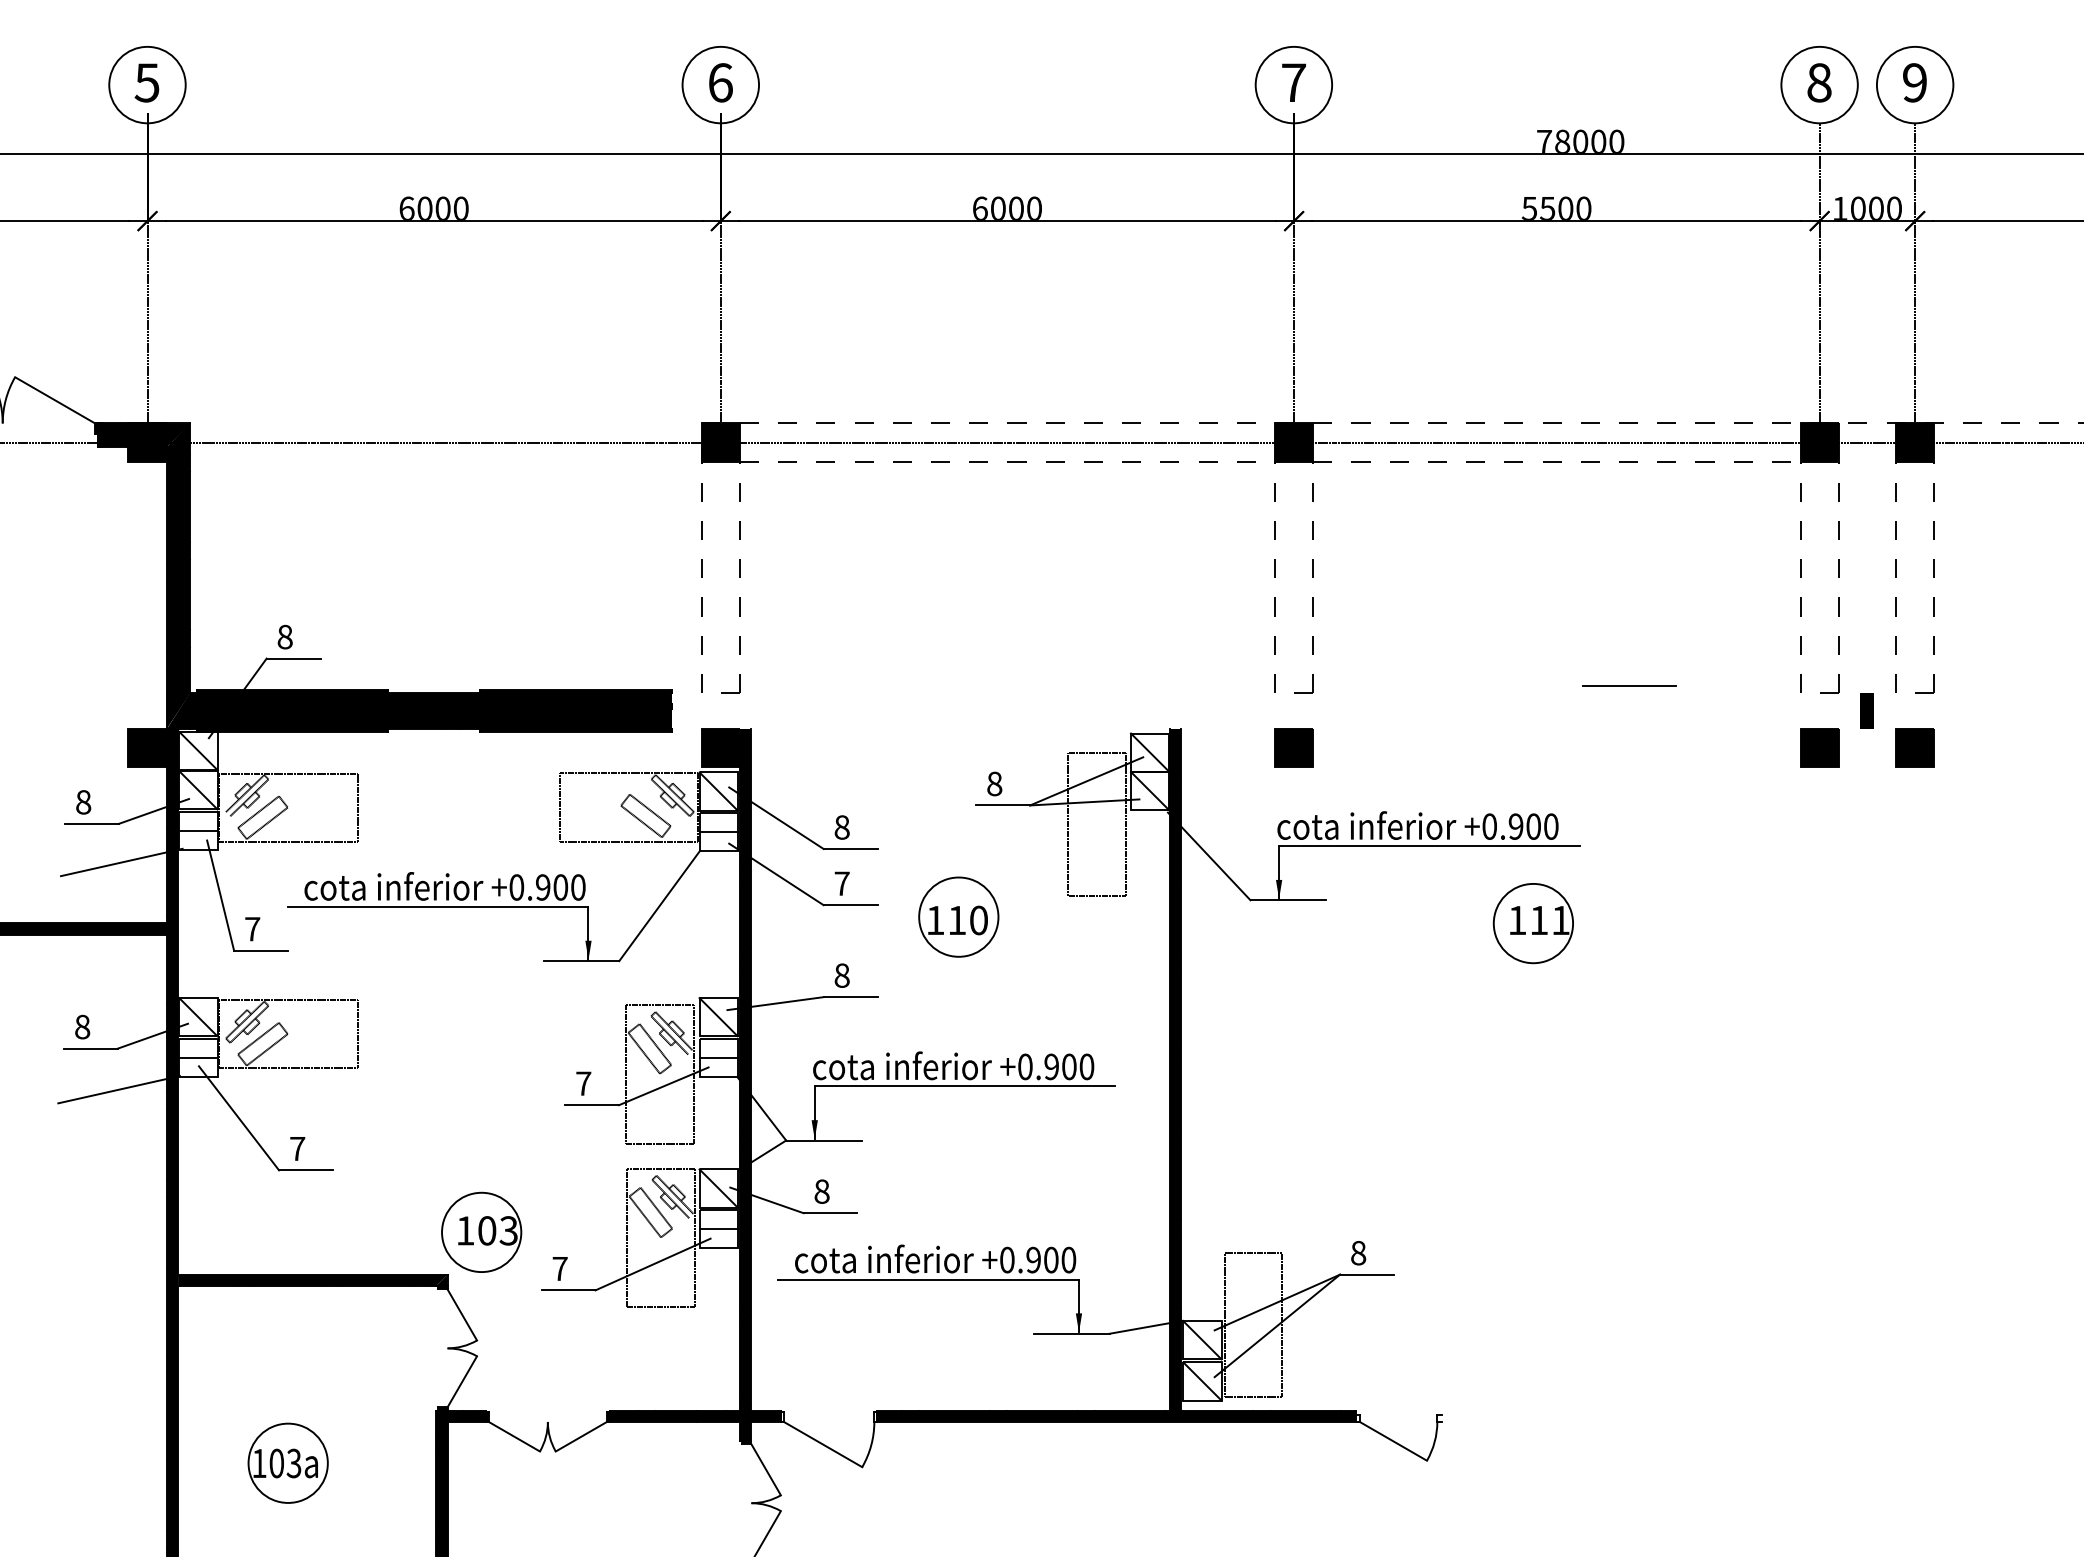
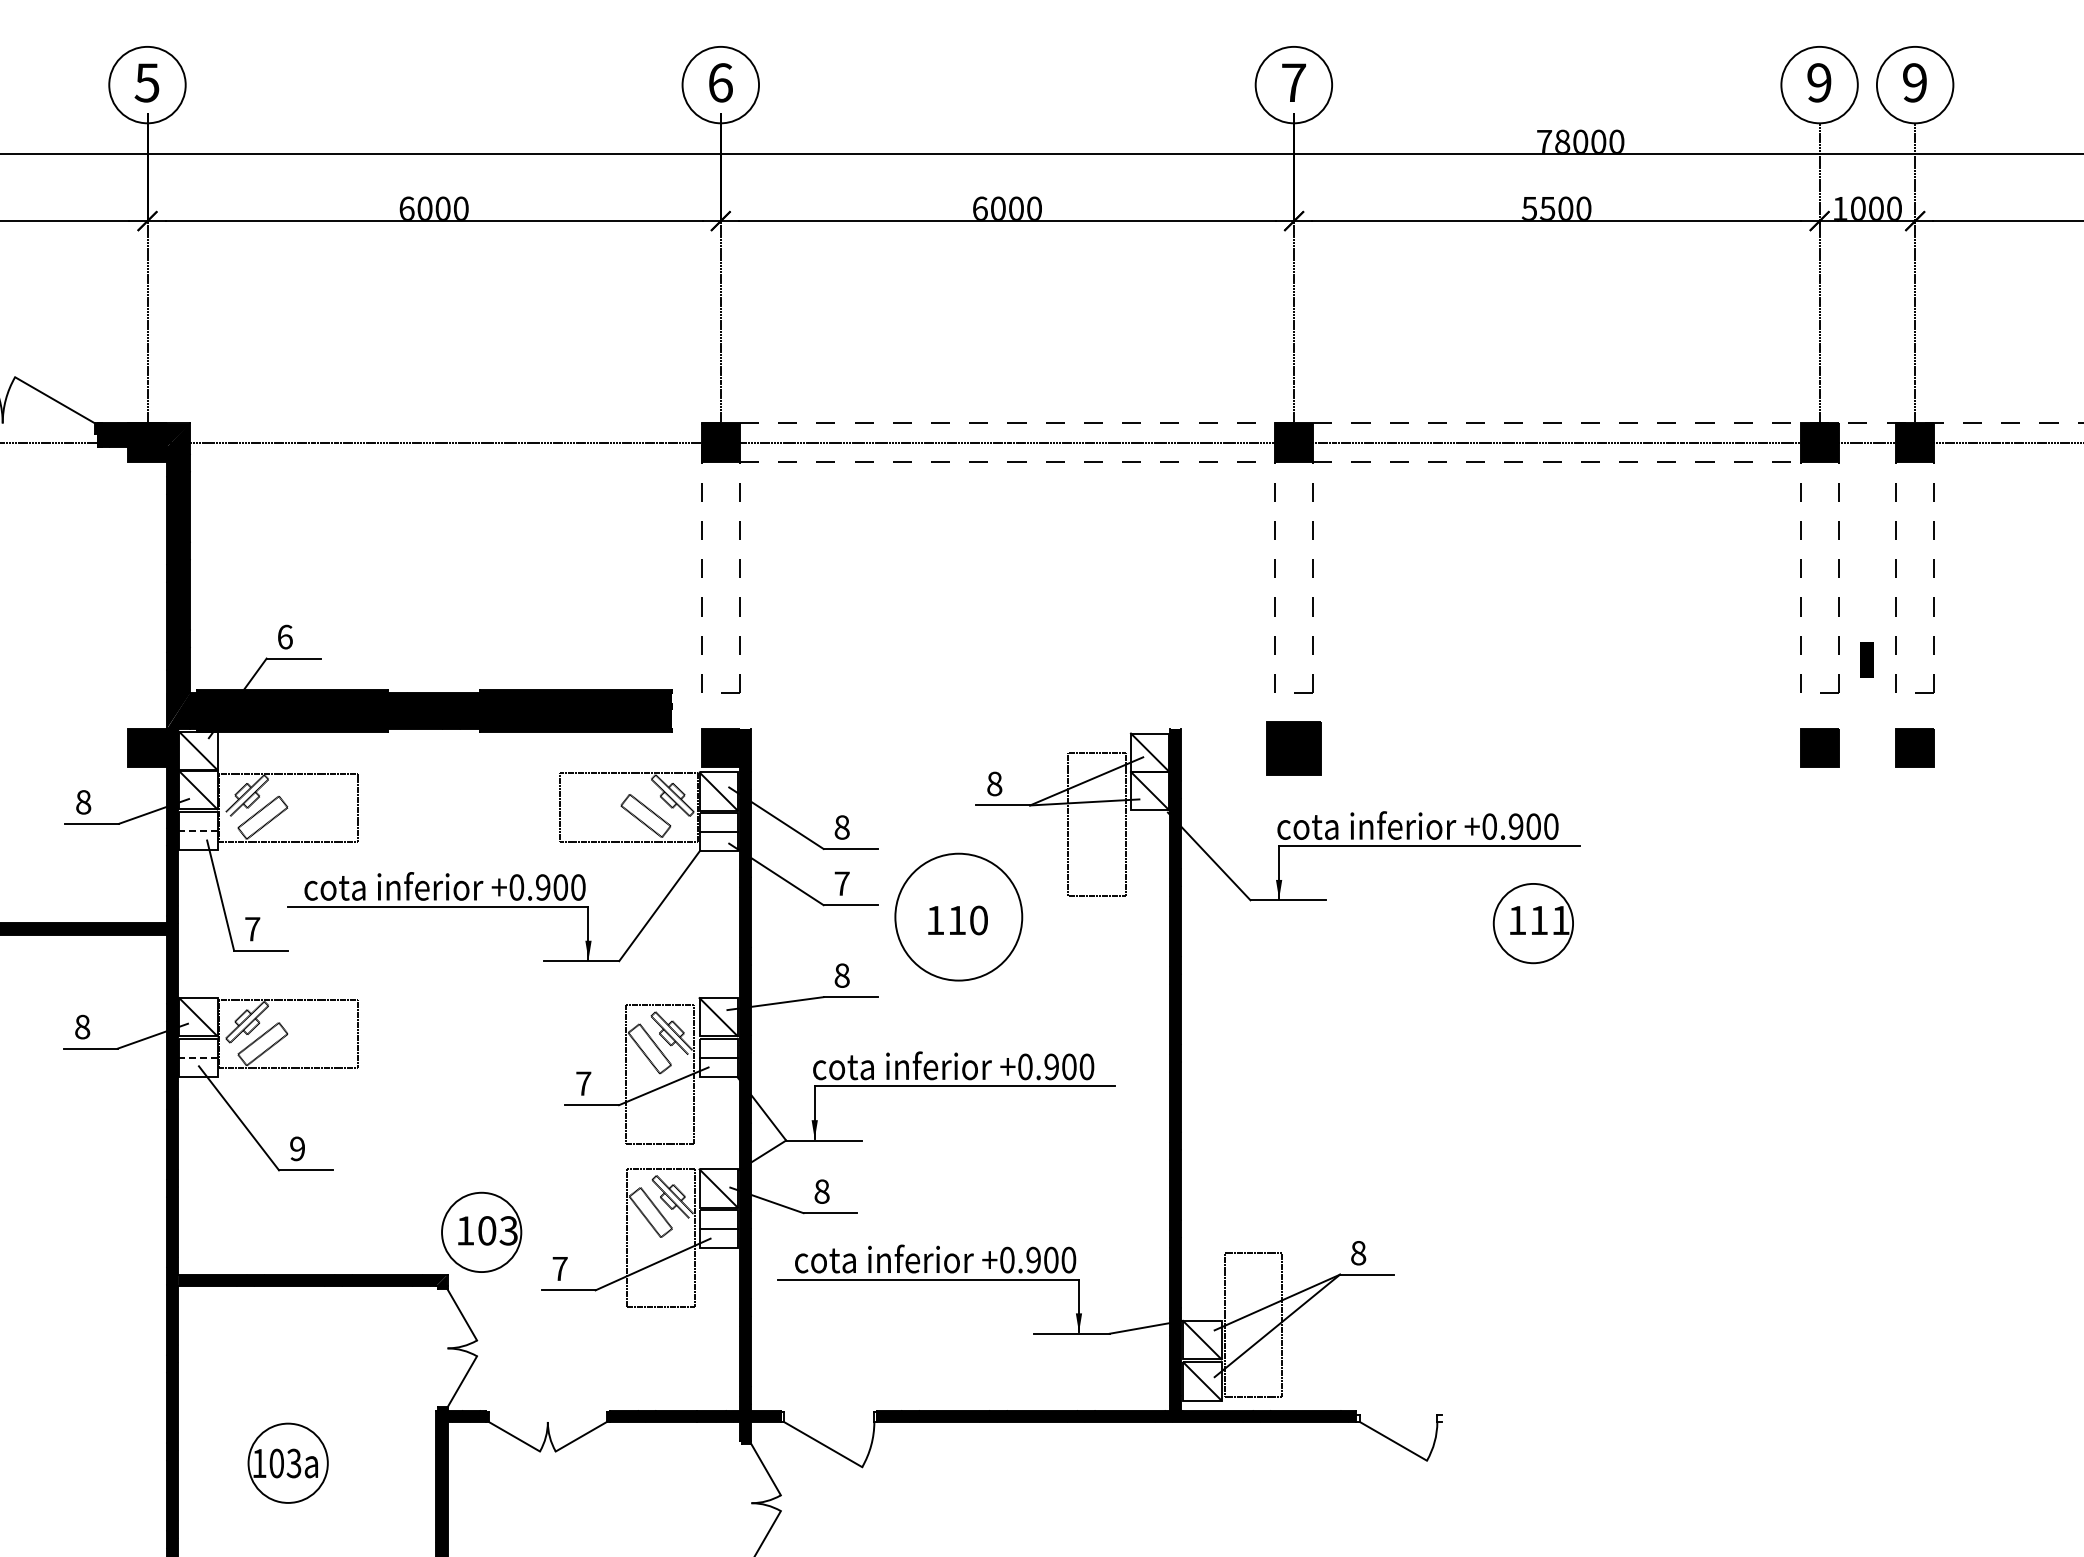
text at (1819, 82): 8 -> 9
text at (284, 636): 8 -> 6
line at (1629, 686): present -> none
part at (1866, 710) position: (1866, 710) -> (1866, 659)
part at (1293, 747) size: 40x40 px -> 56x55 px
line at (197, 831): solid -> dashed
line at (121, 862): present -> none
circle at (958, 916) diameter: 79 px -> 127 px
line at (197, 1057): solid -> dashed
line at (118, 1089): present -> none
text at (297, 1148): 7 -> 9
